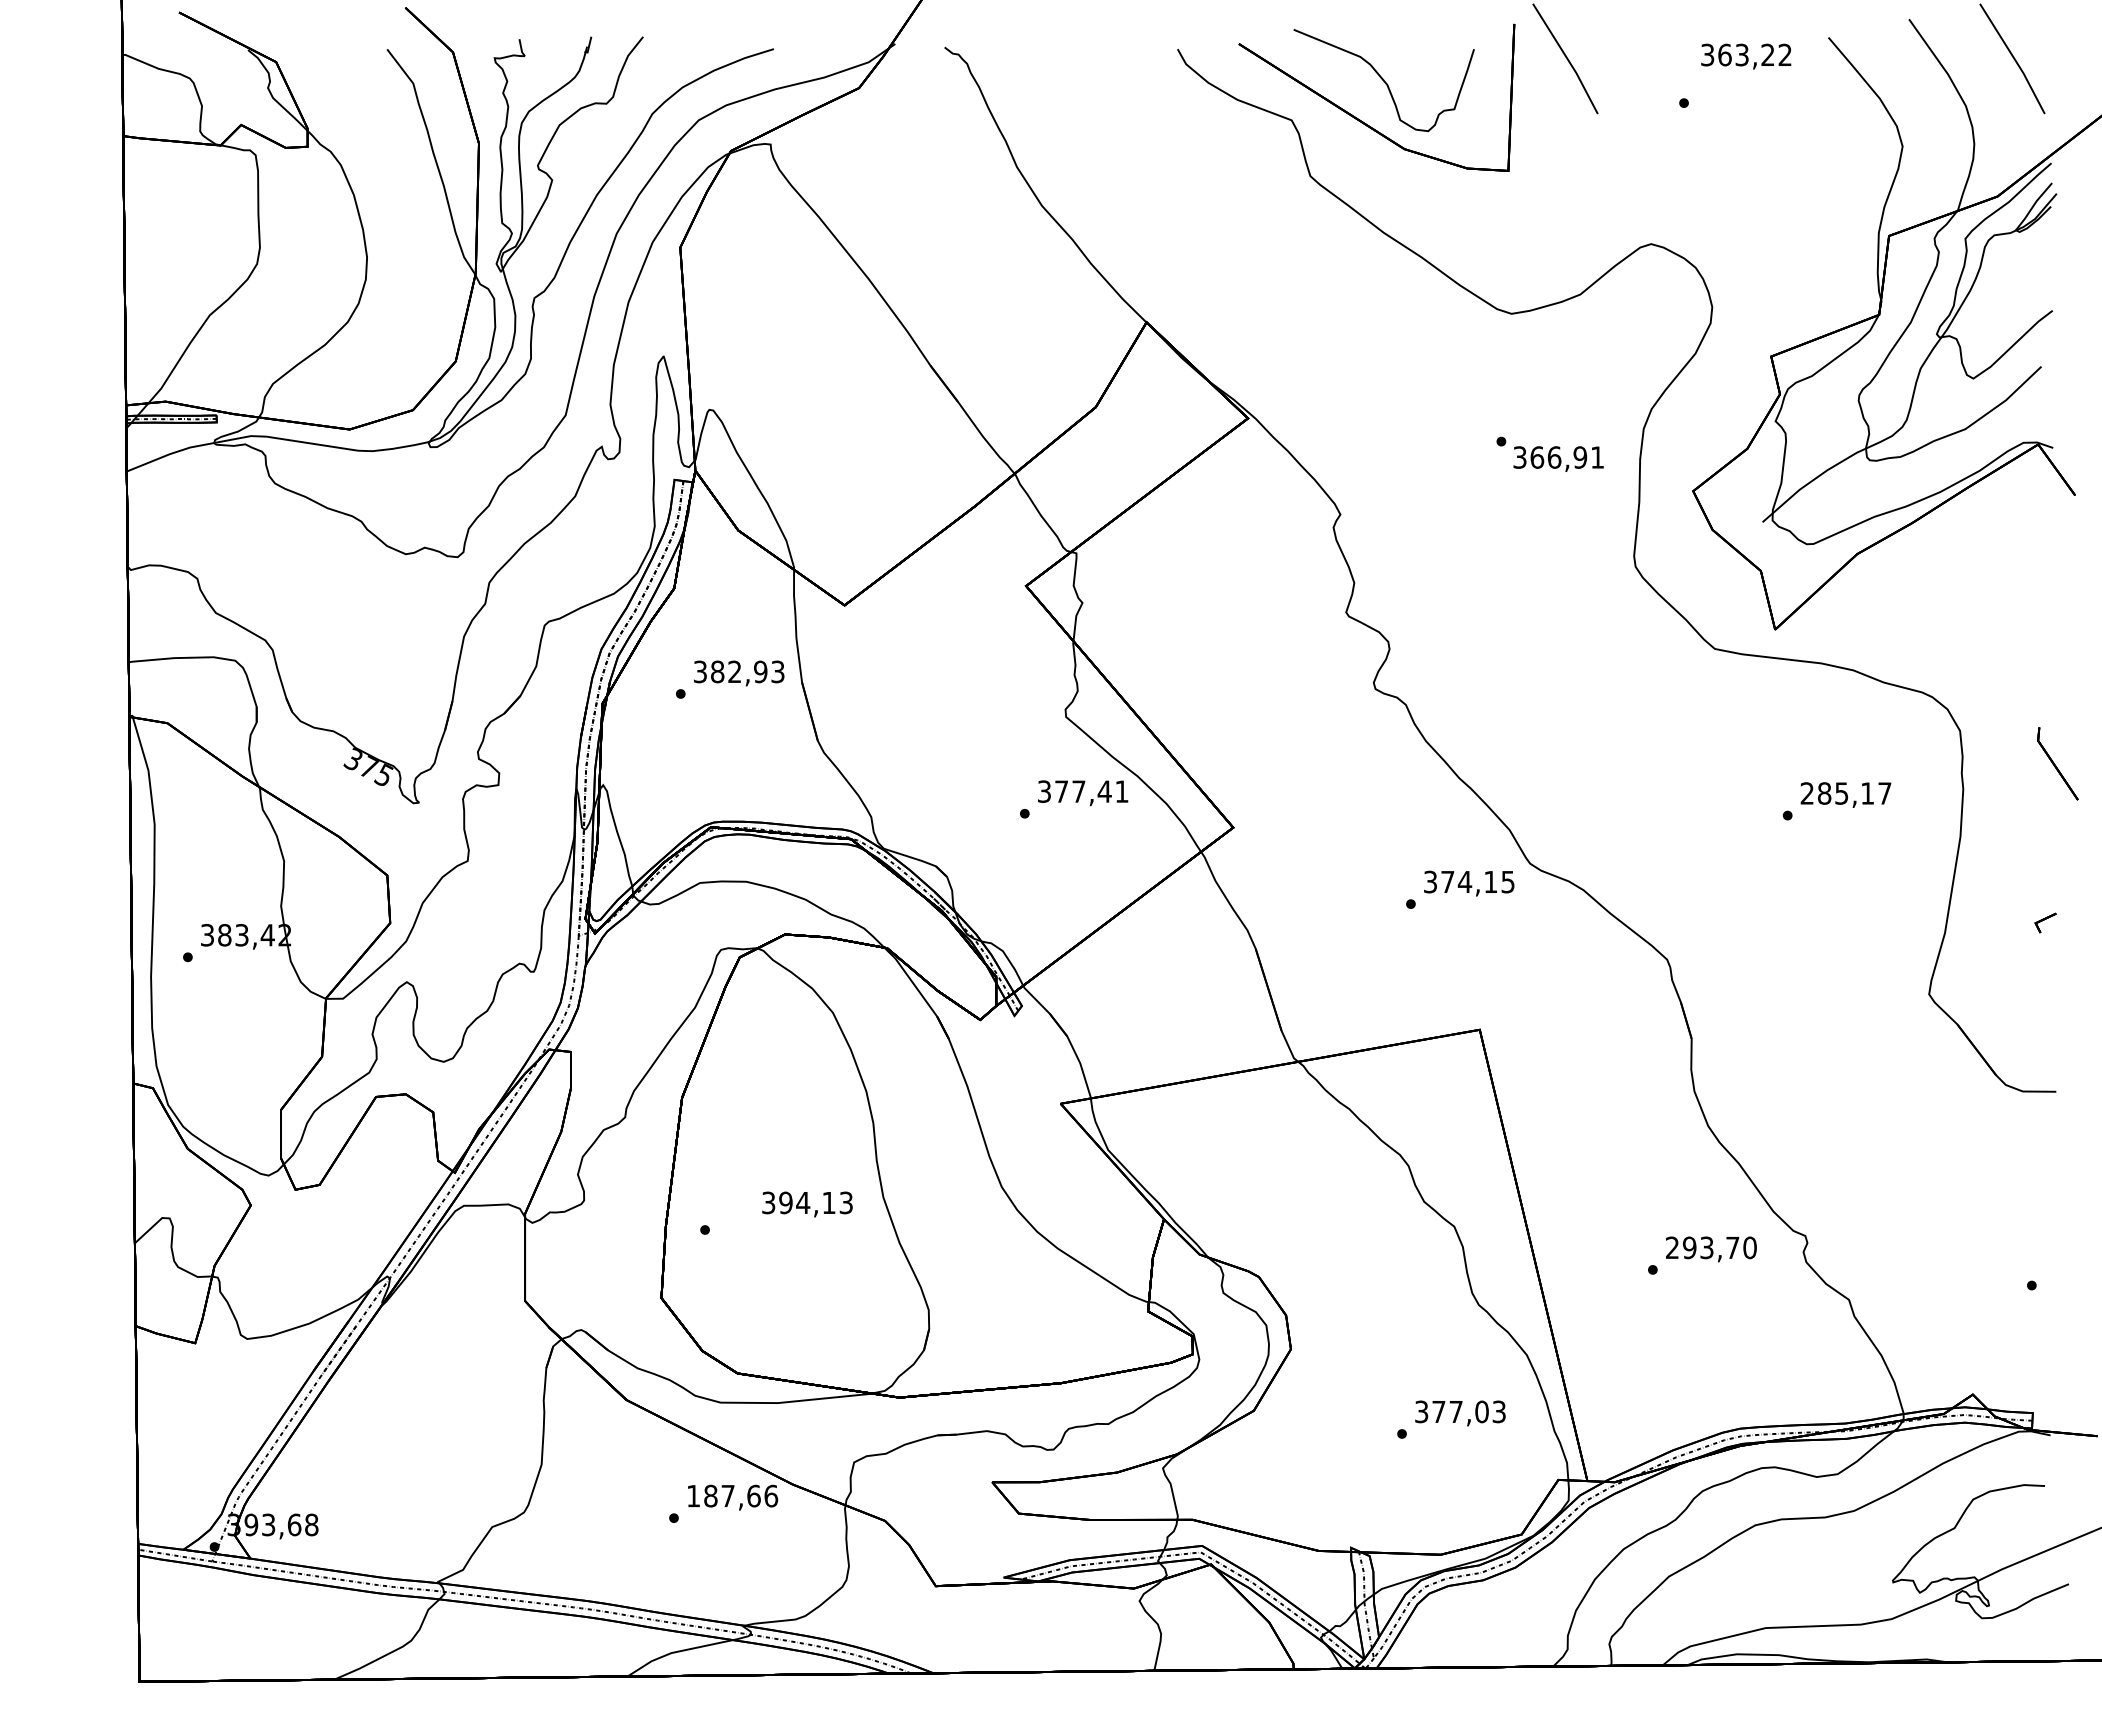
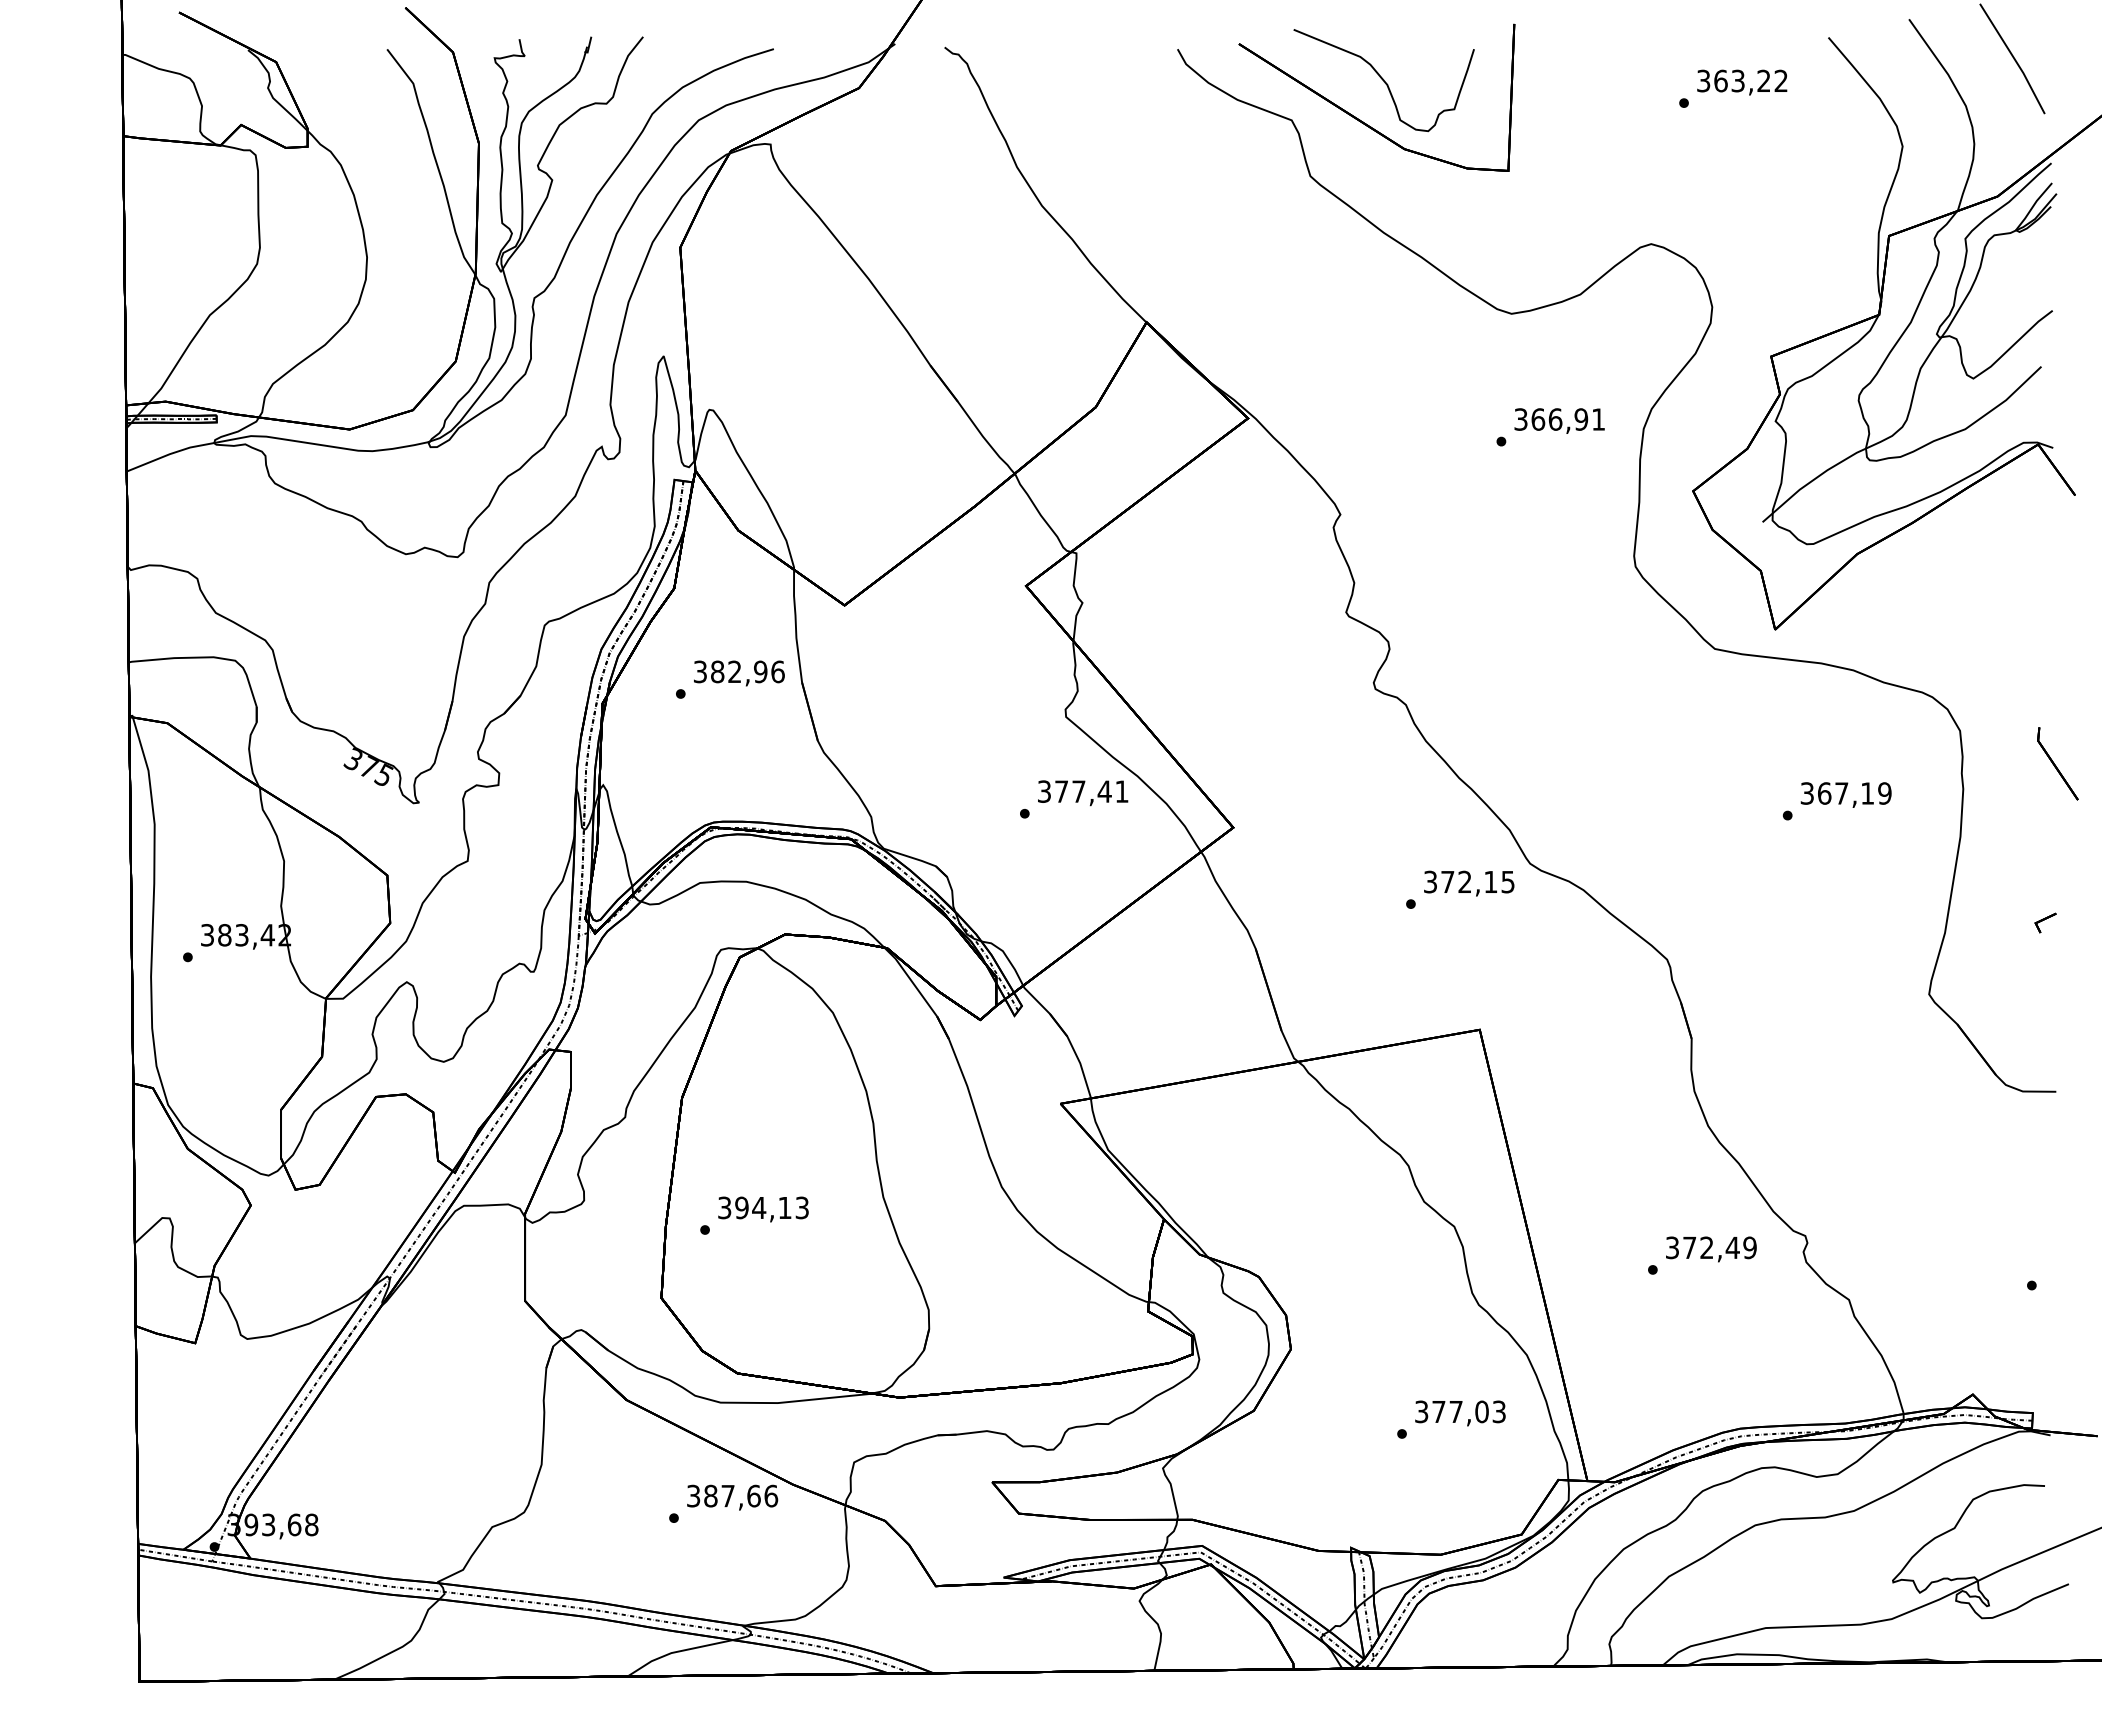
text at (1746, 56) position: (1746, 56) -> (1742, 82)
line at (1565, 57): present -> none
text at (1558, 458) position: (1558, 458) -> (1559, 420)
text at (777, 671): 382,93 -> 382,96
text at (1845, 793): 285,17 -> 367,19
text at (1464, 881): 374,15 -> 372,15
text at (807, 1204) position: (807, 1204) -> (763, 1209)
text at (1711, 1247): 293,70 -> 372,49
text at (693, 1495): 187,66 -> 387,66
